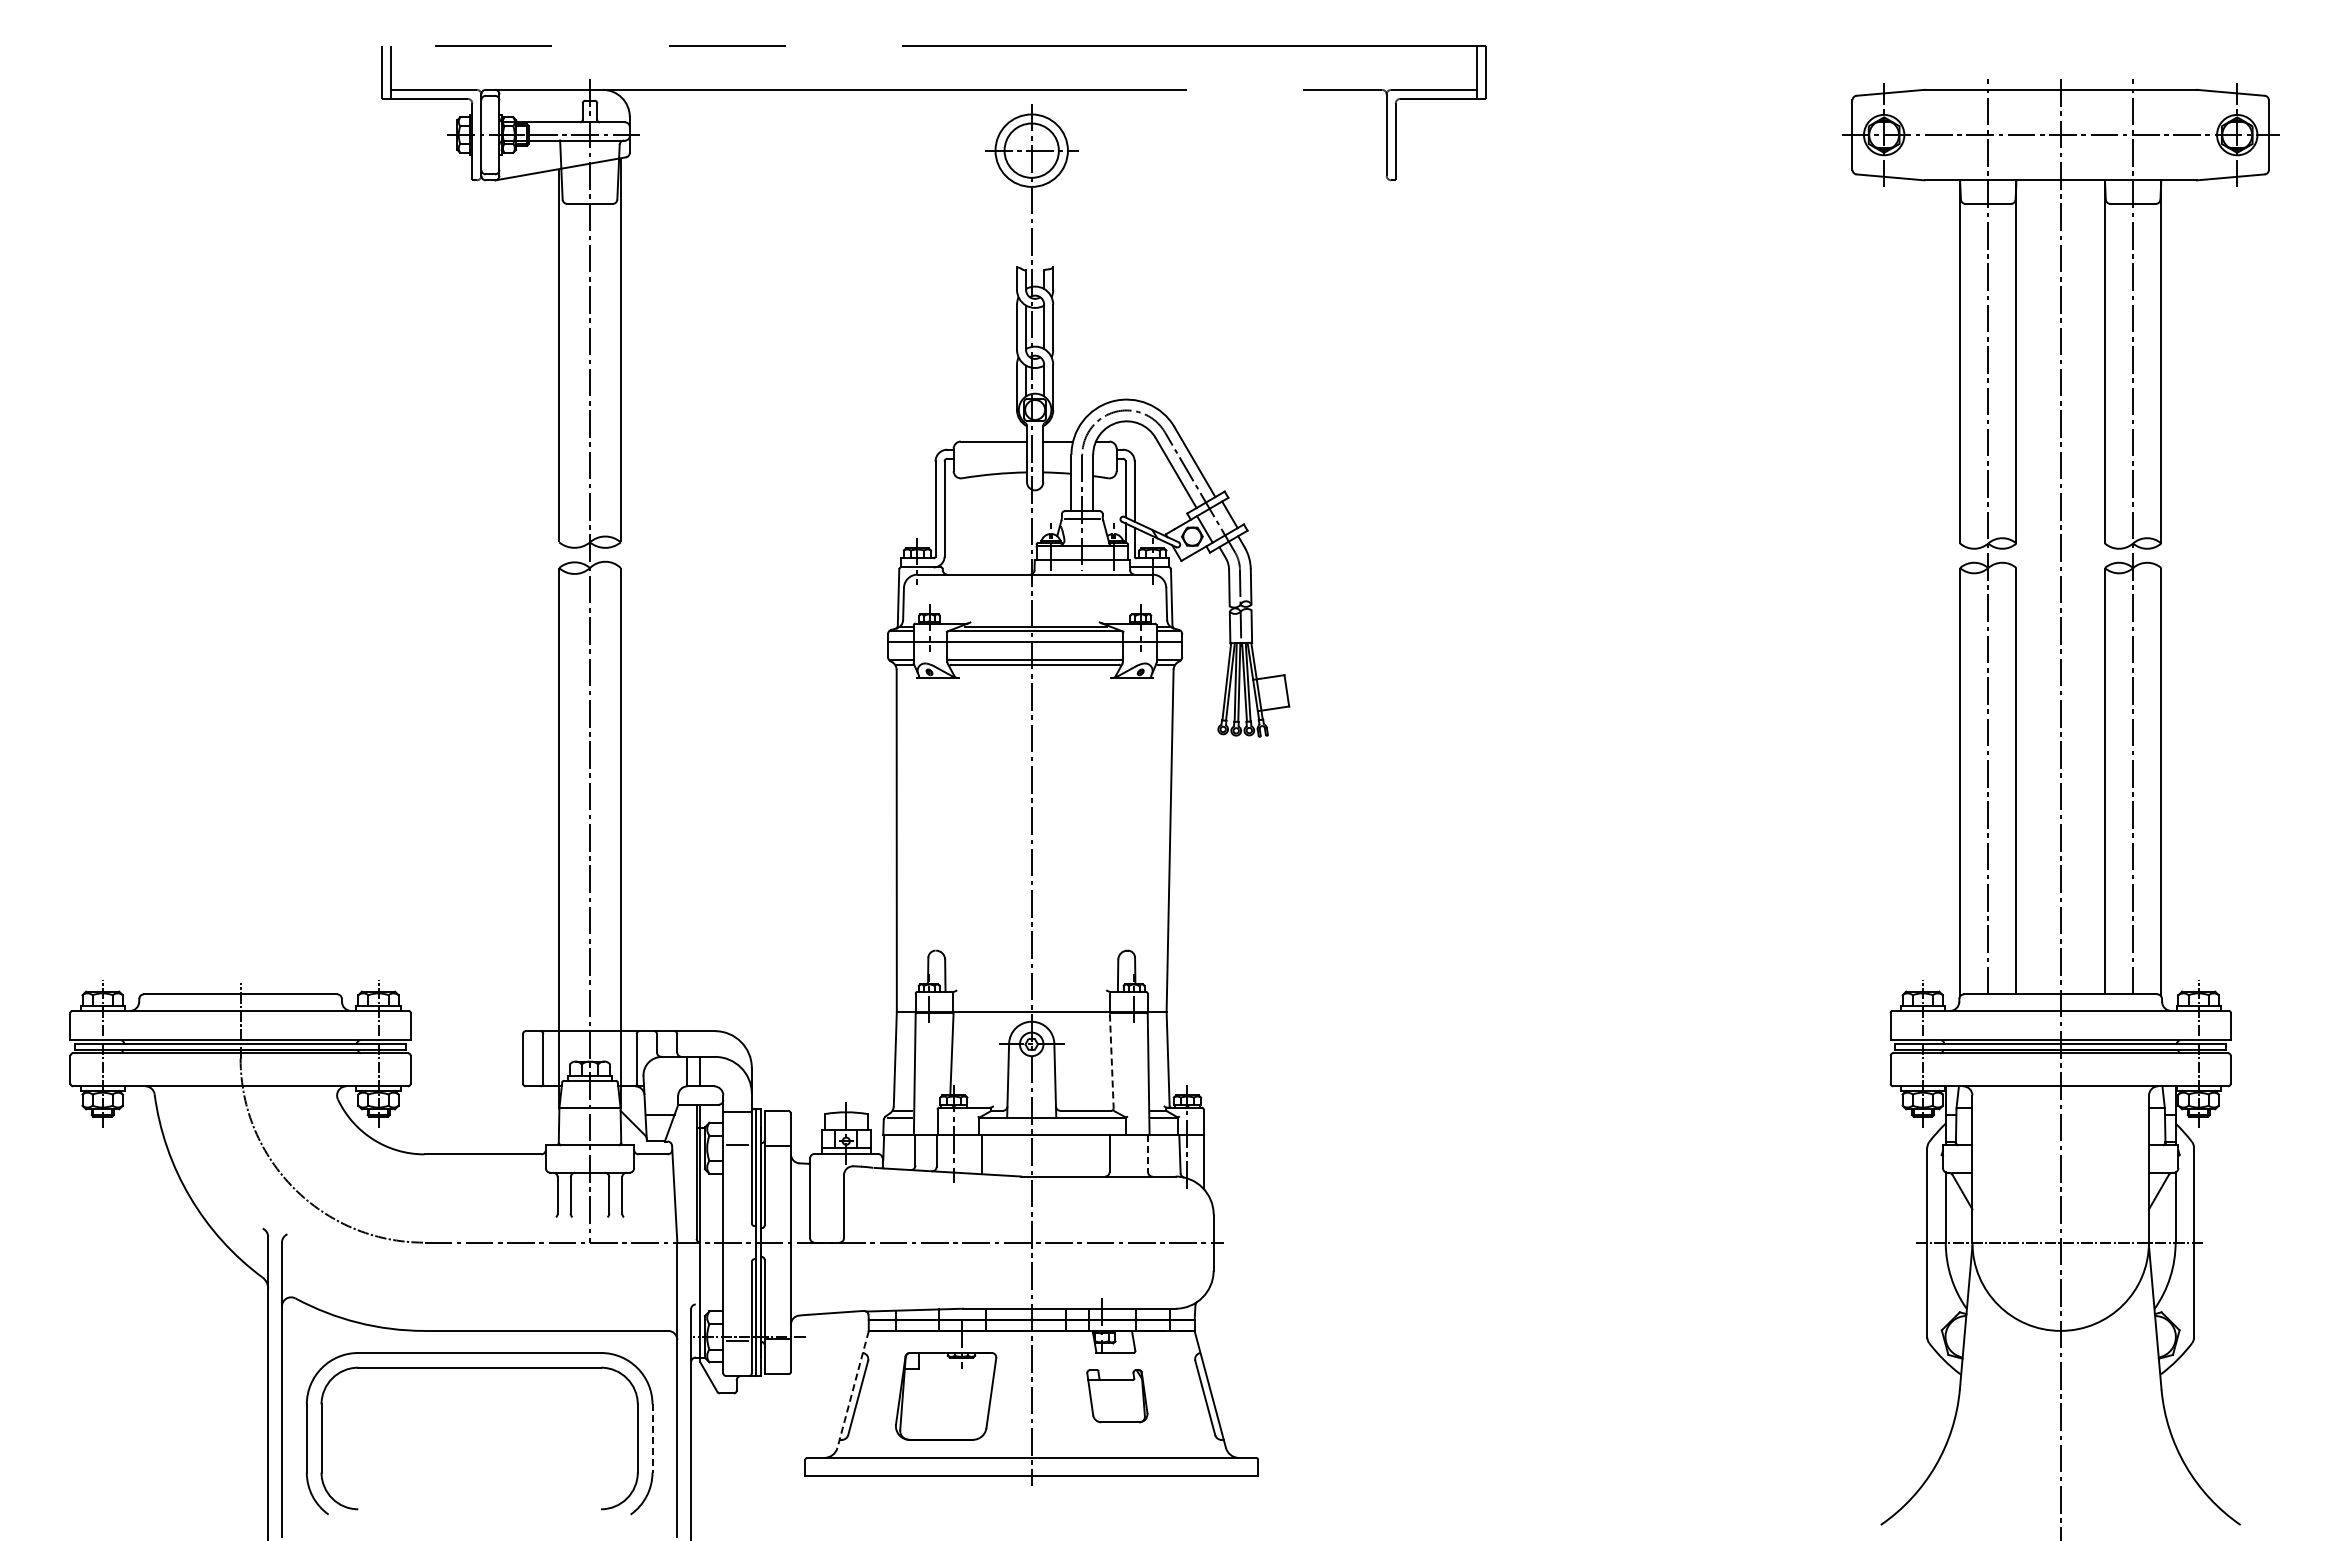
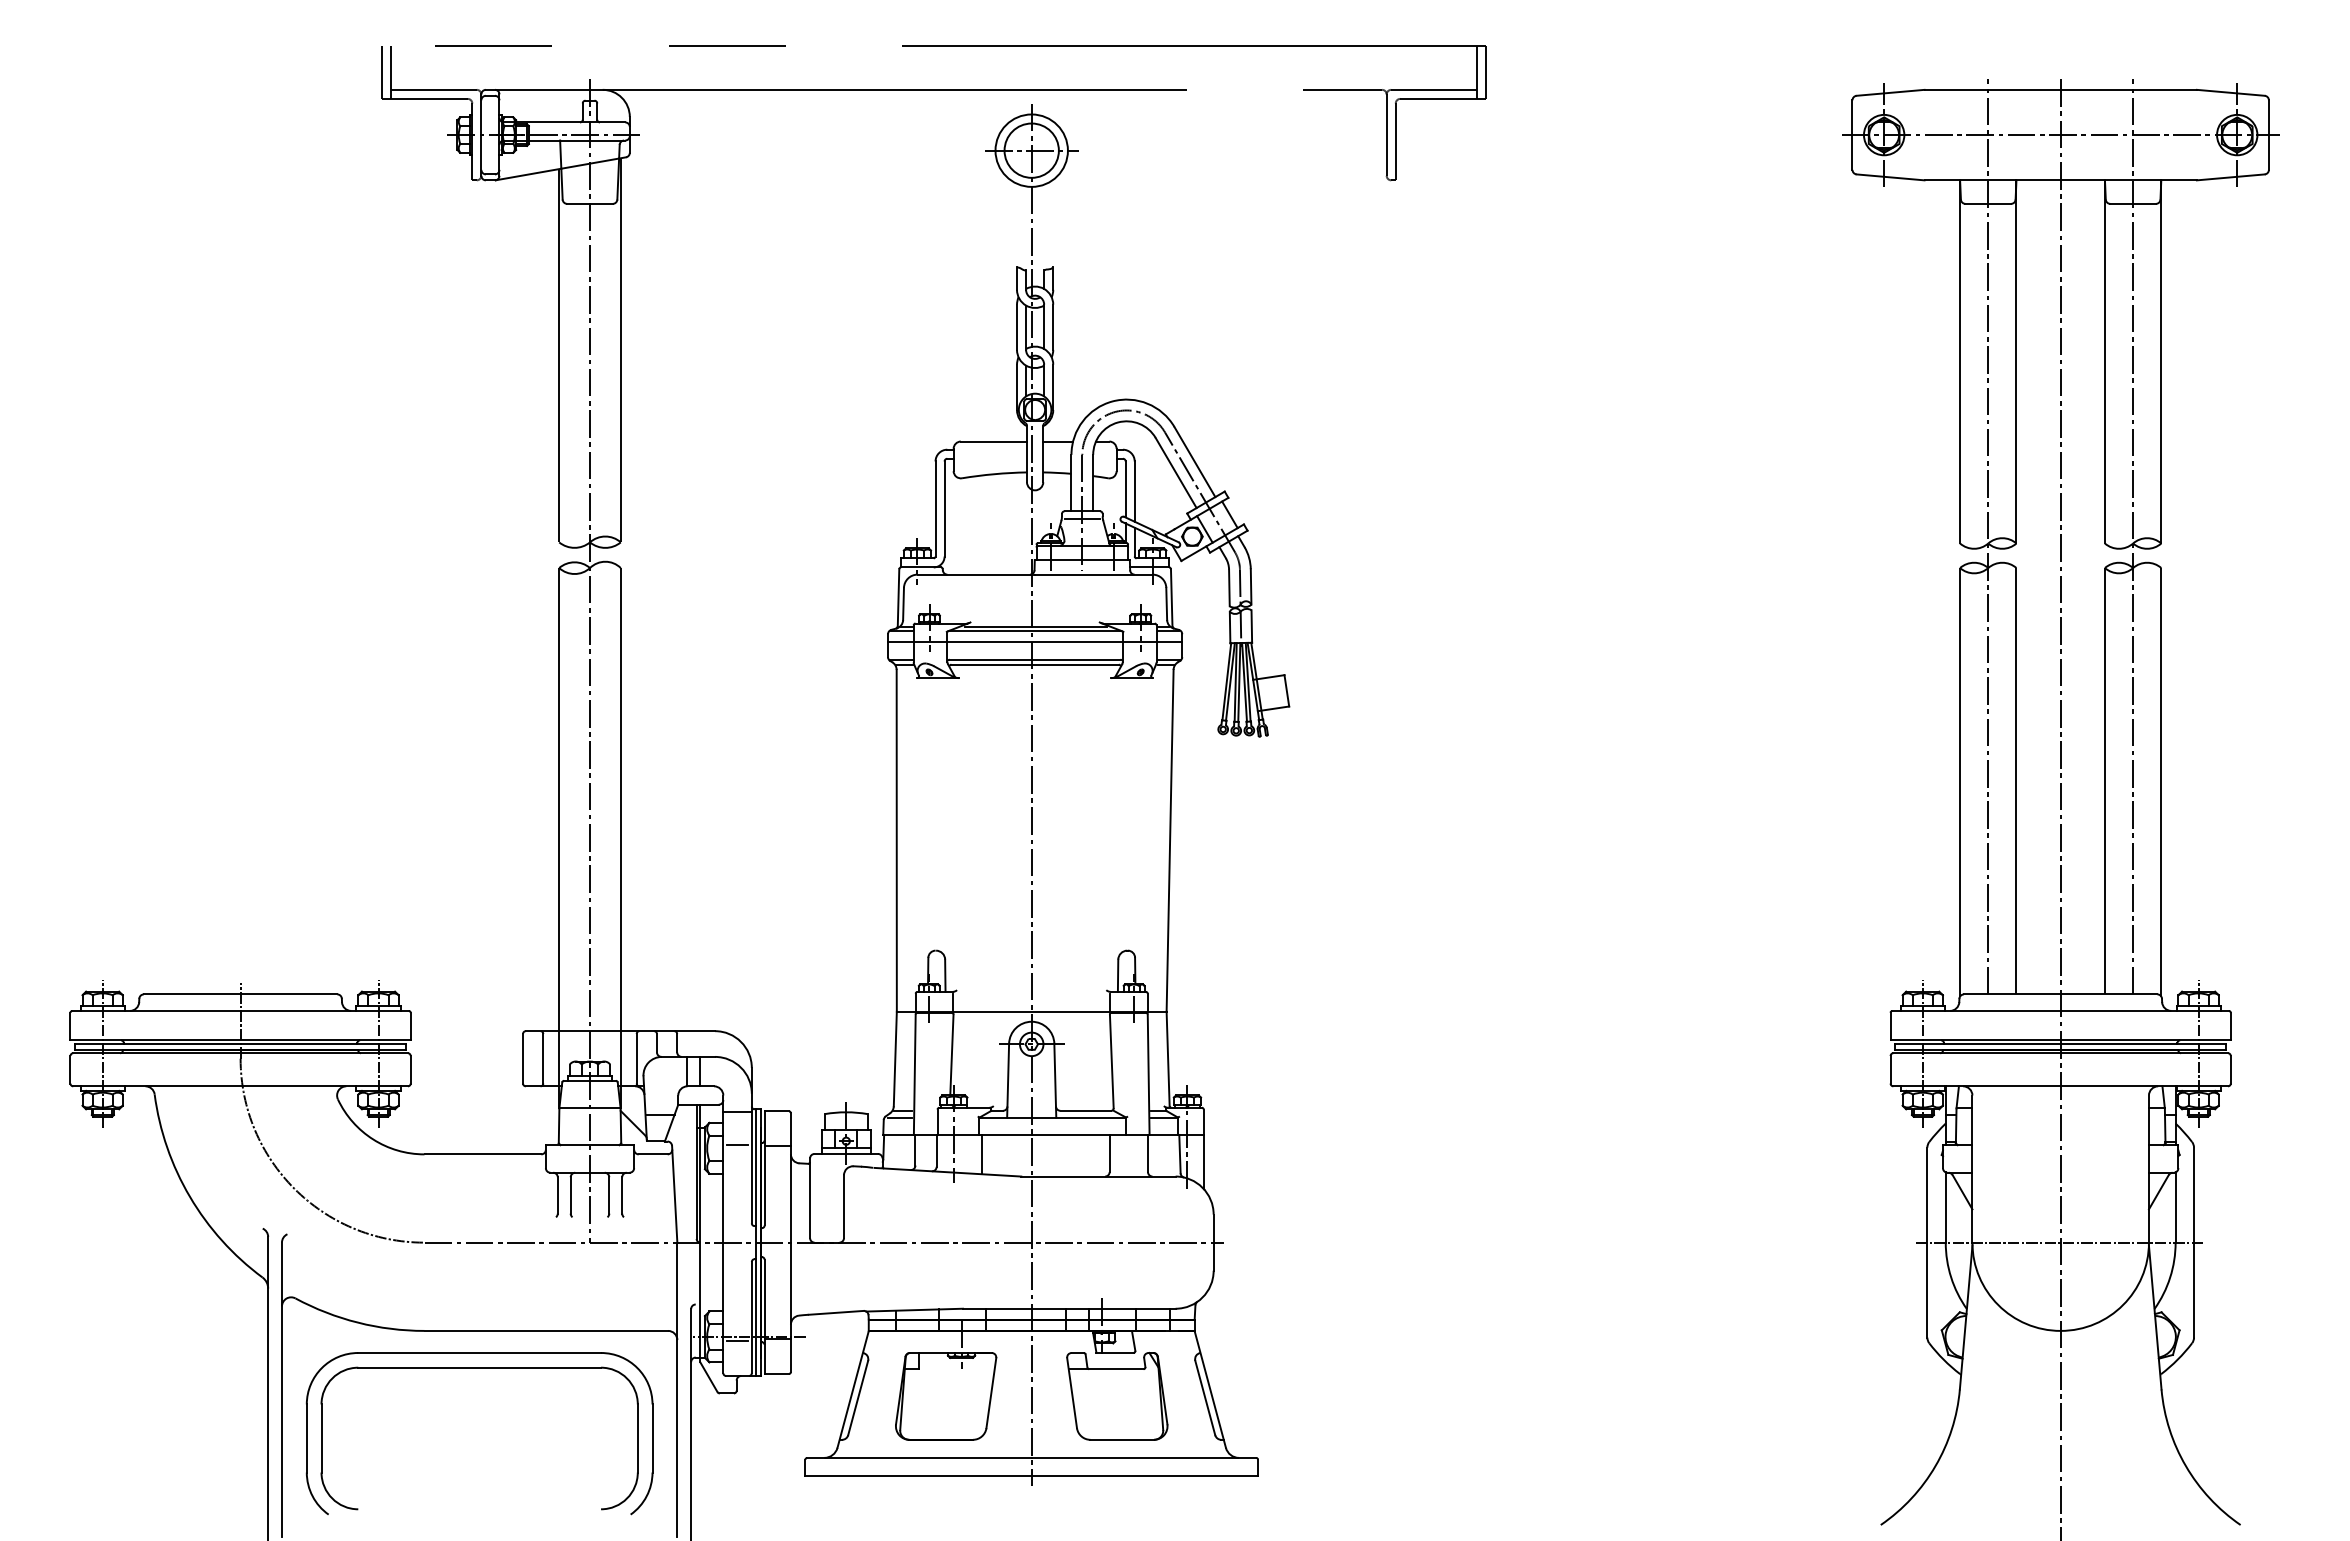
line at (1111, 1061): dashed -> solid
line at (1147, 1153): dashed -> solid
line at (853, 1390): dashed -> solid
part at (1117, 1396) size: 63x55 px -> 103x90 px
line at (652, 1438): dashed -> solid
